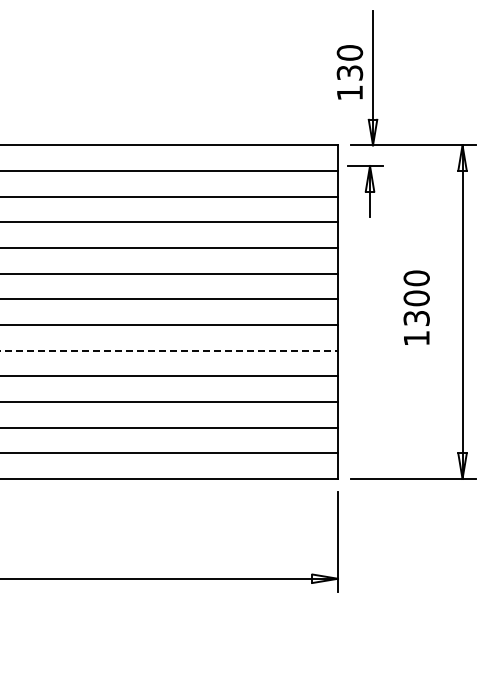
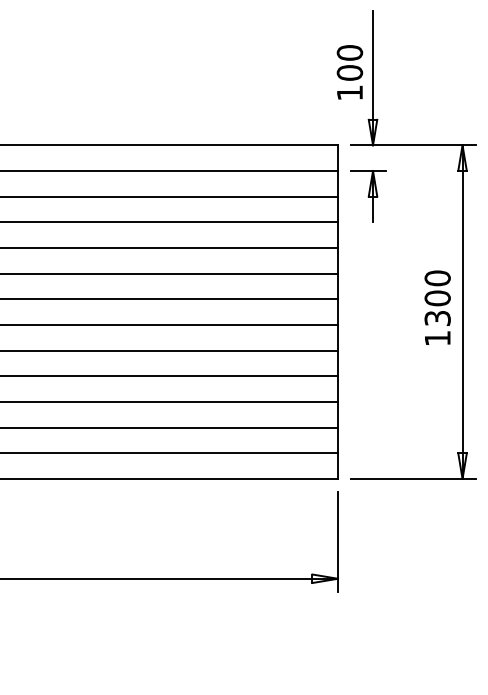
text at (349, 72): 130 -> 100
part at (365, 191) position: (365, 191) -> (368, 196)
text at (416, 307) position: (416, 307) -> (437, 307)
line at (169, 350): dashed -> solid
